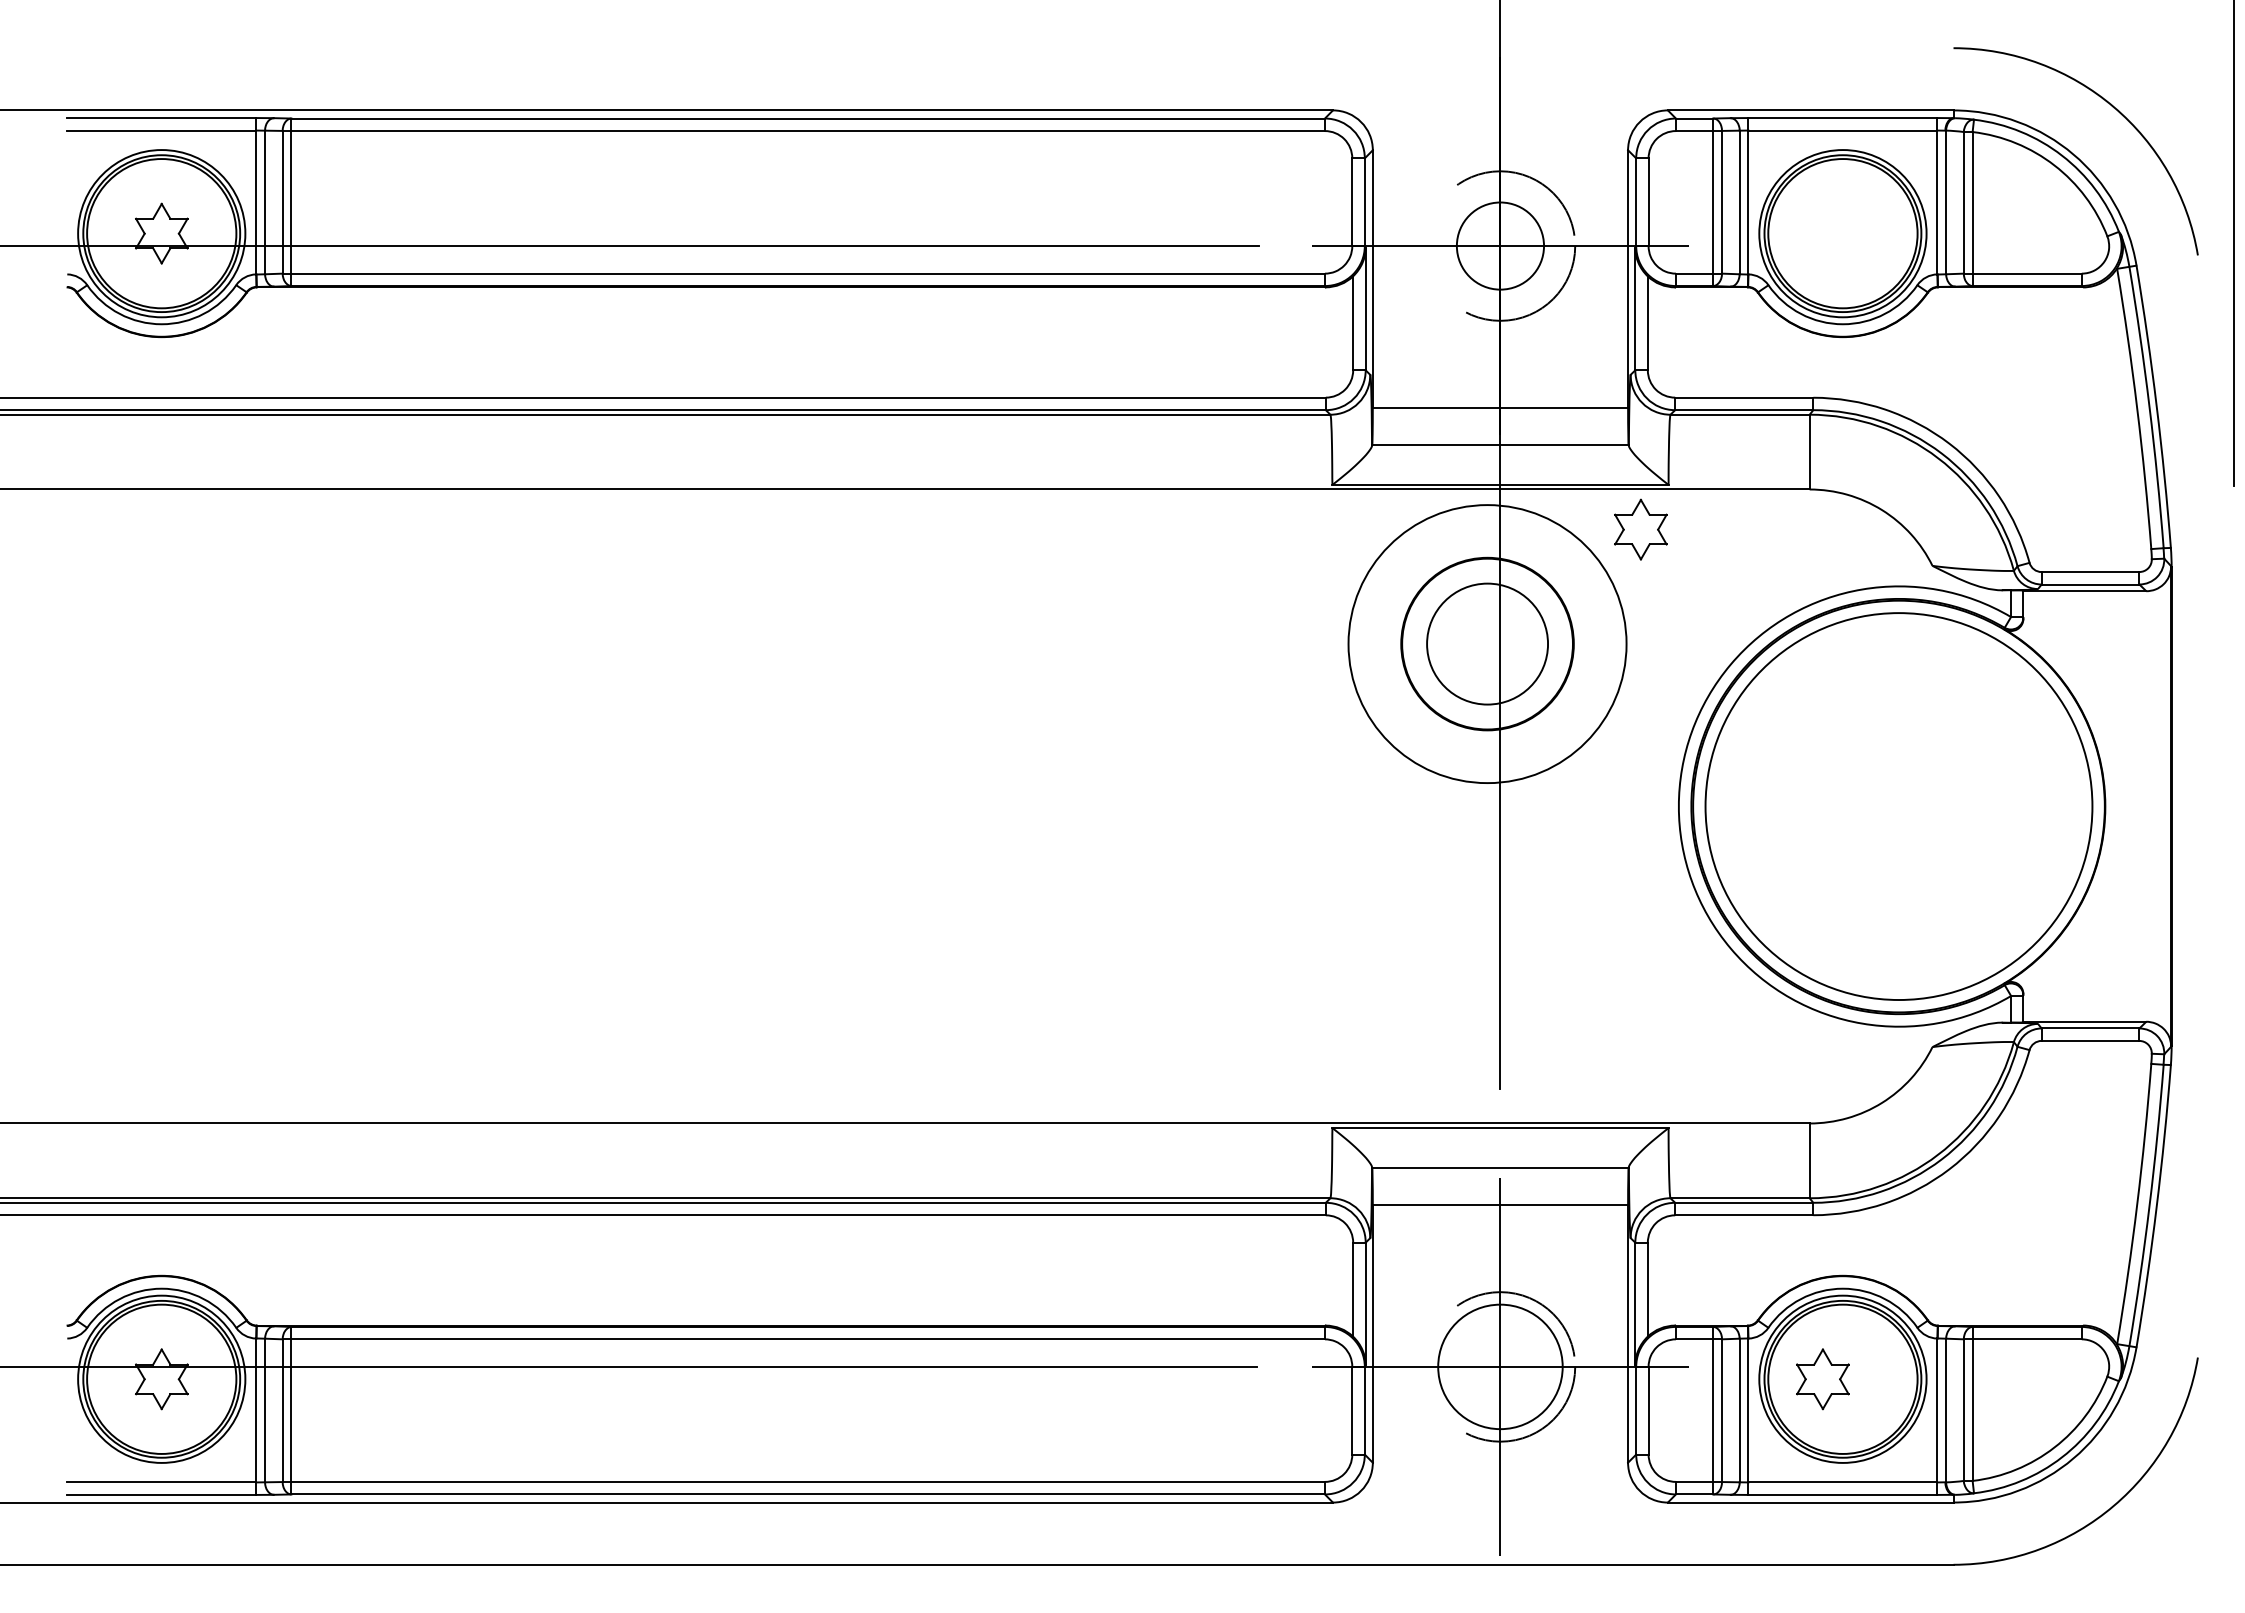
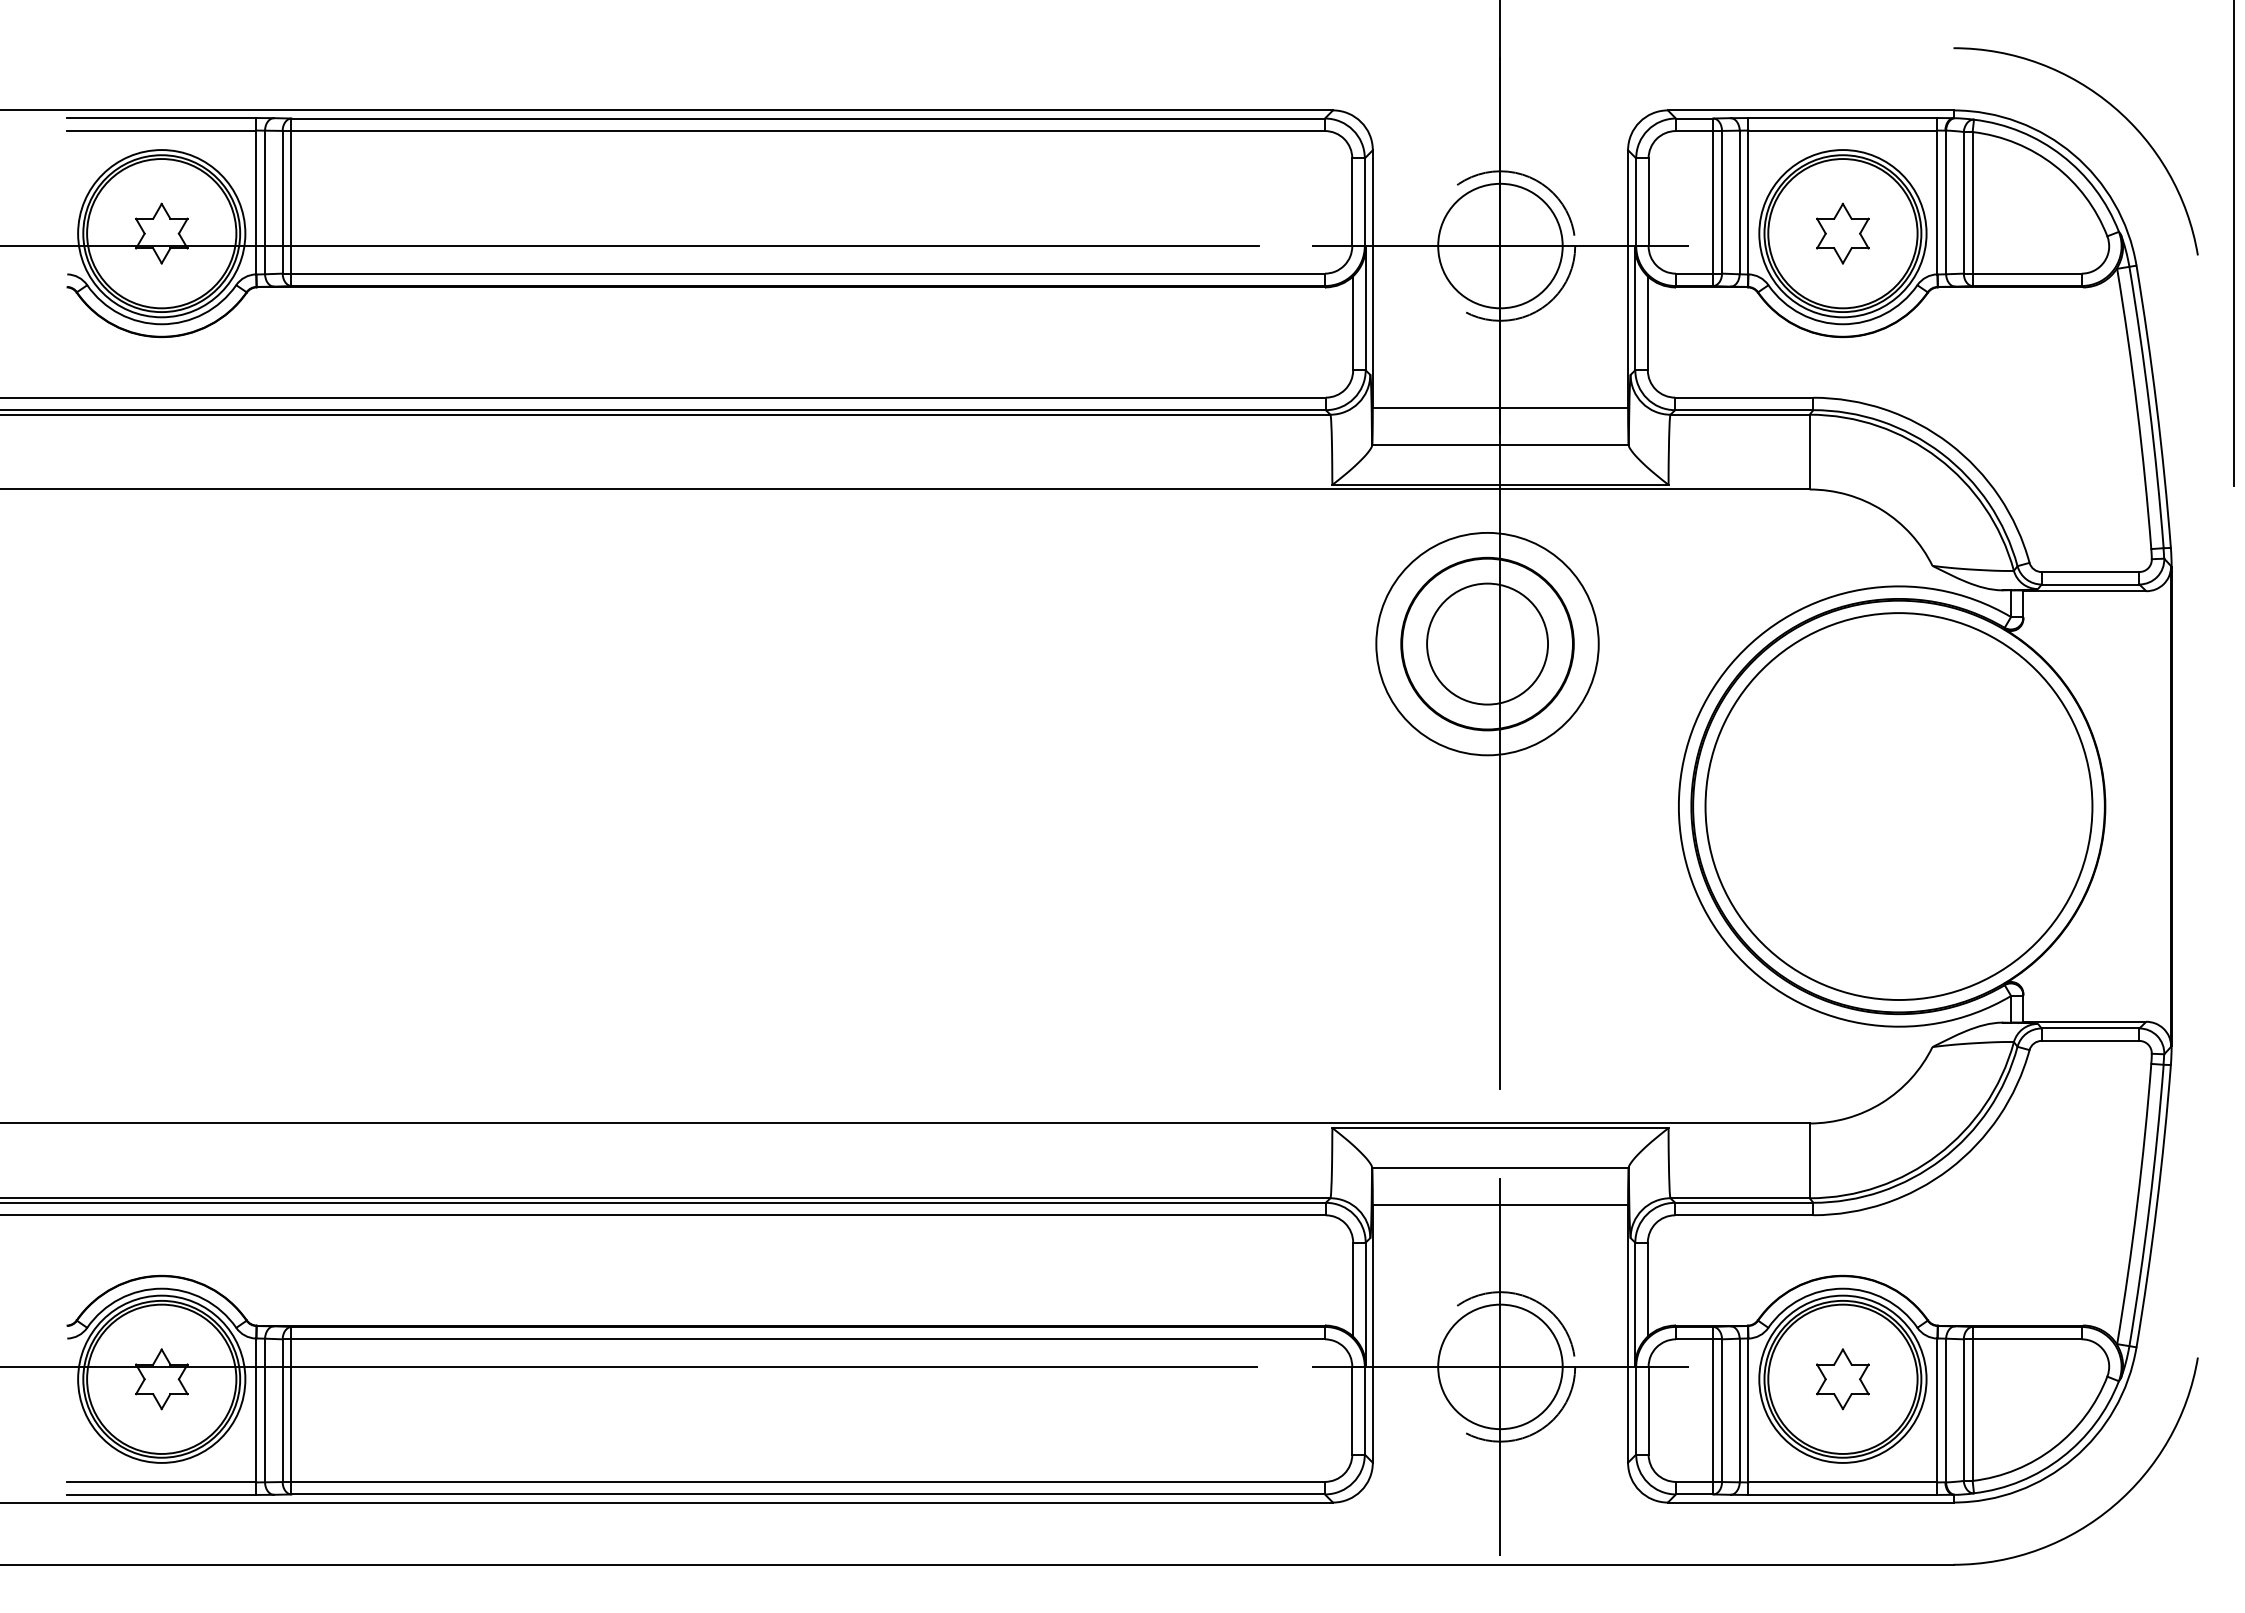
circle at (1500, 245) diameter: 87 px -> 124 px
part at (1640, 529) position: (1640, 529) -> (1842, 233)
circle at (1487, 644) diameter: 278 px -> 222 px
part at (1822, 1379) position: (1822, 1379) -> (1842, 1379)
